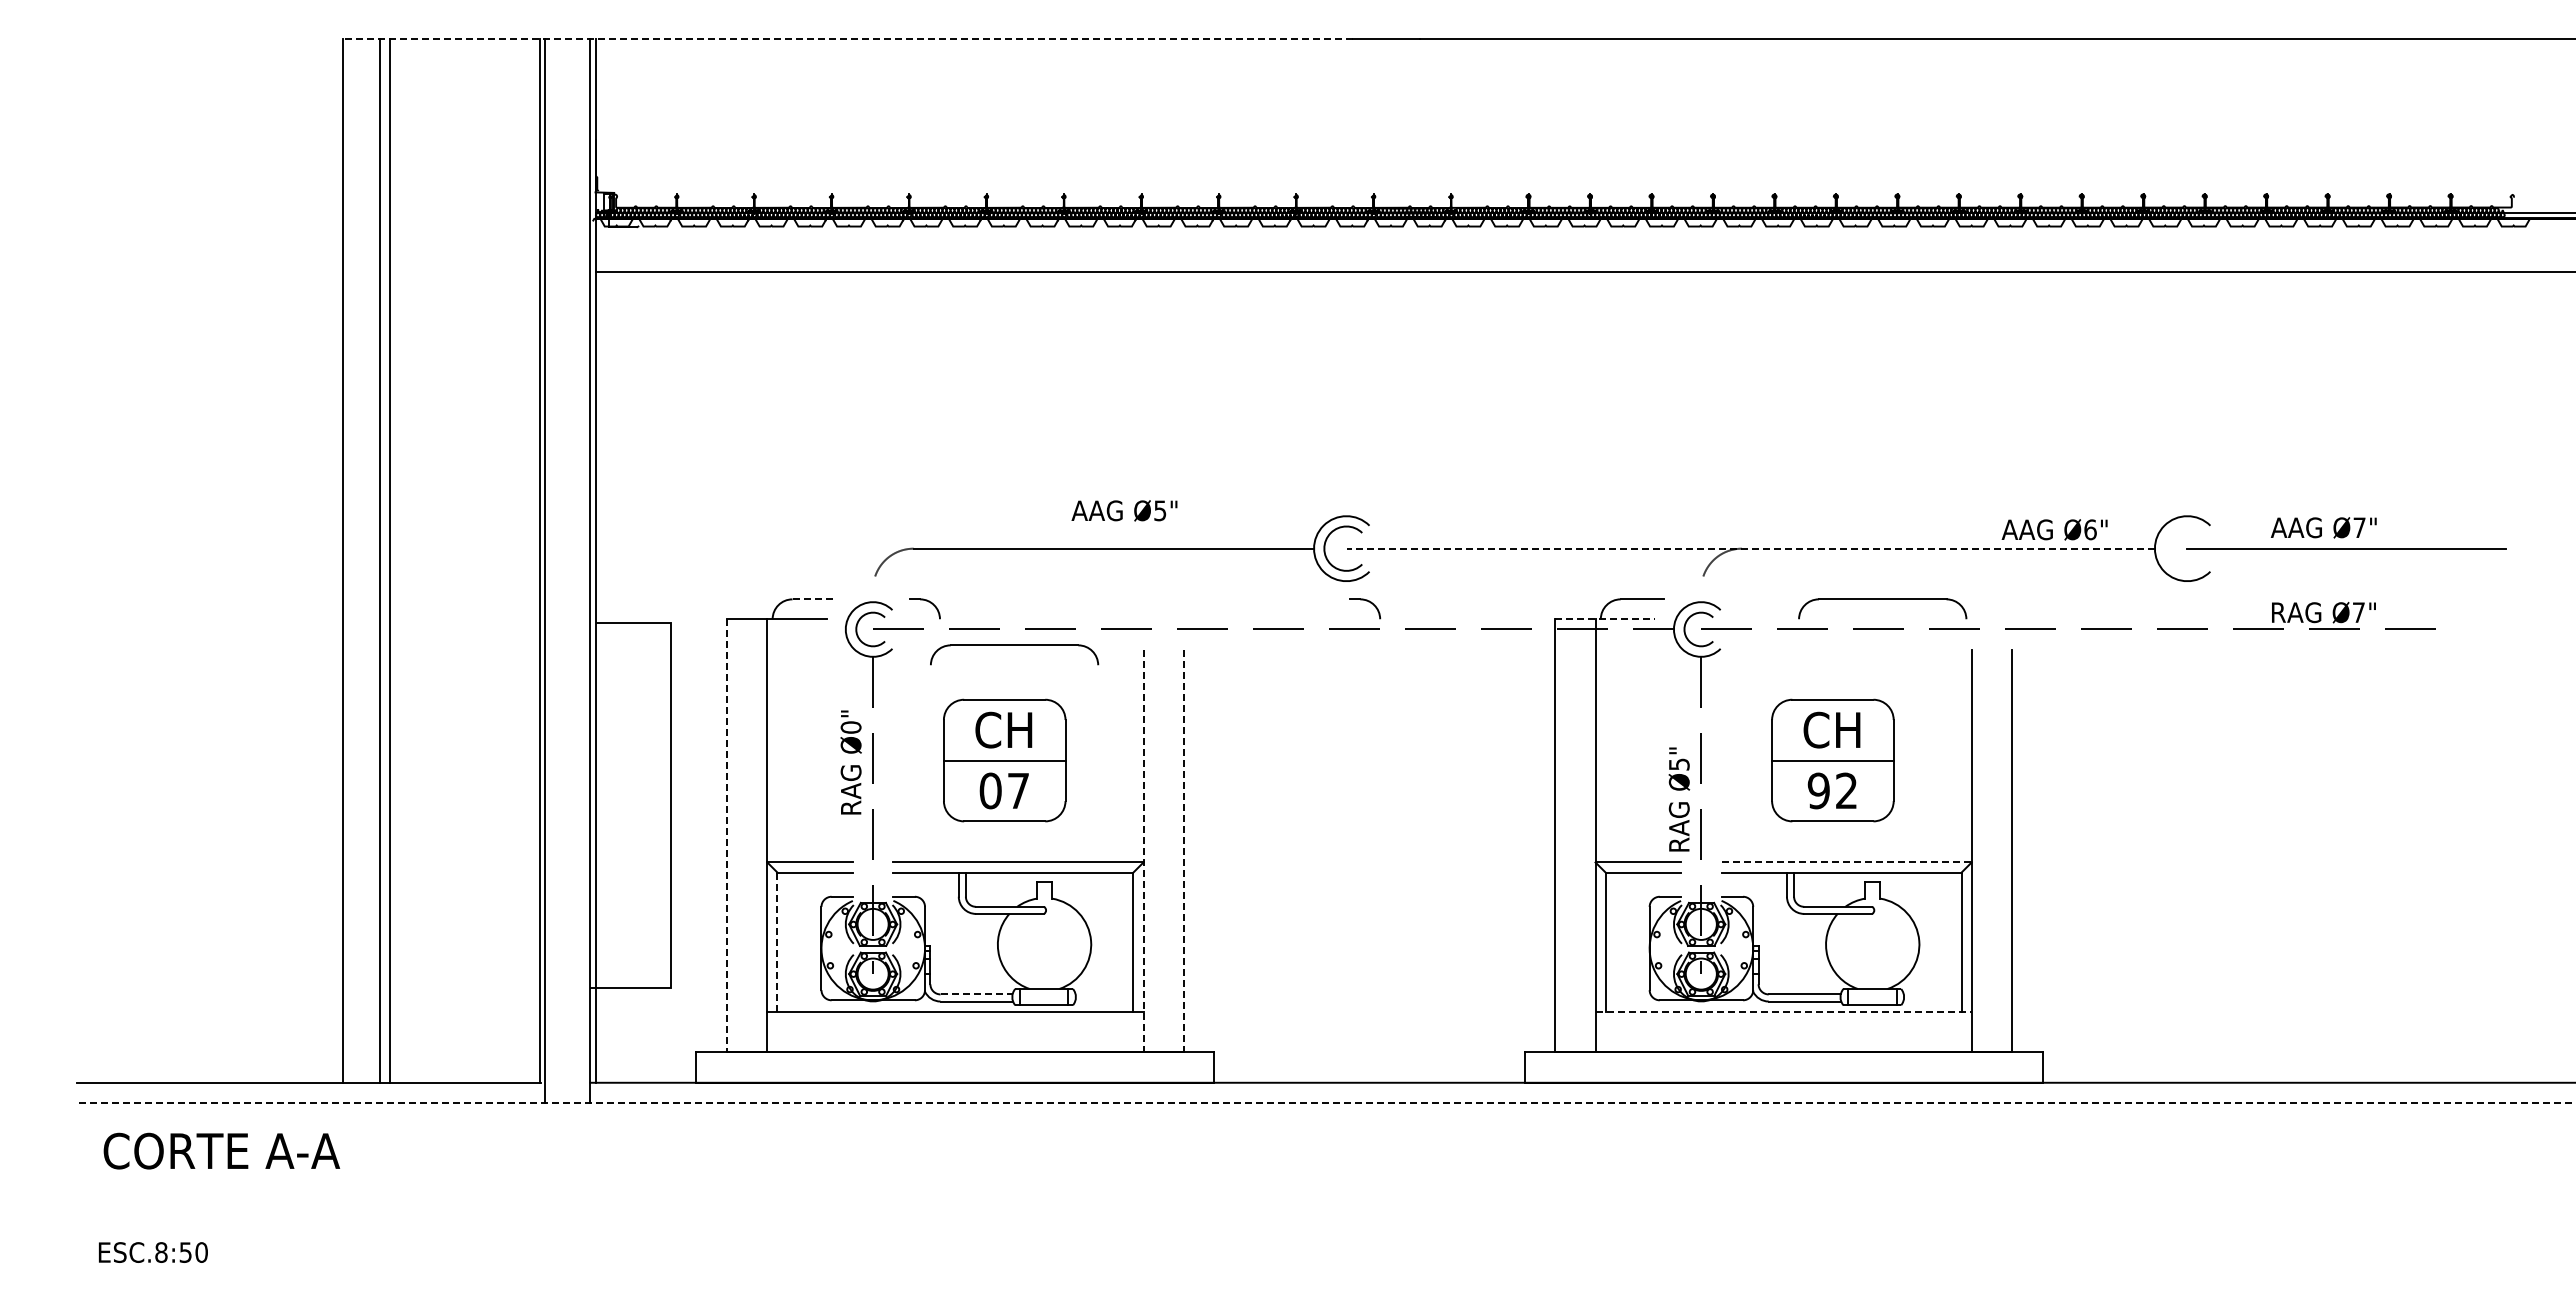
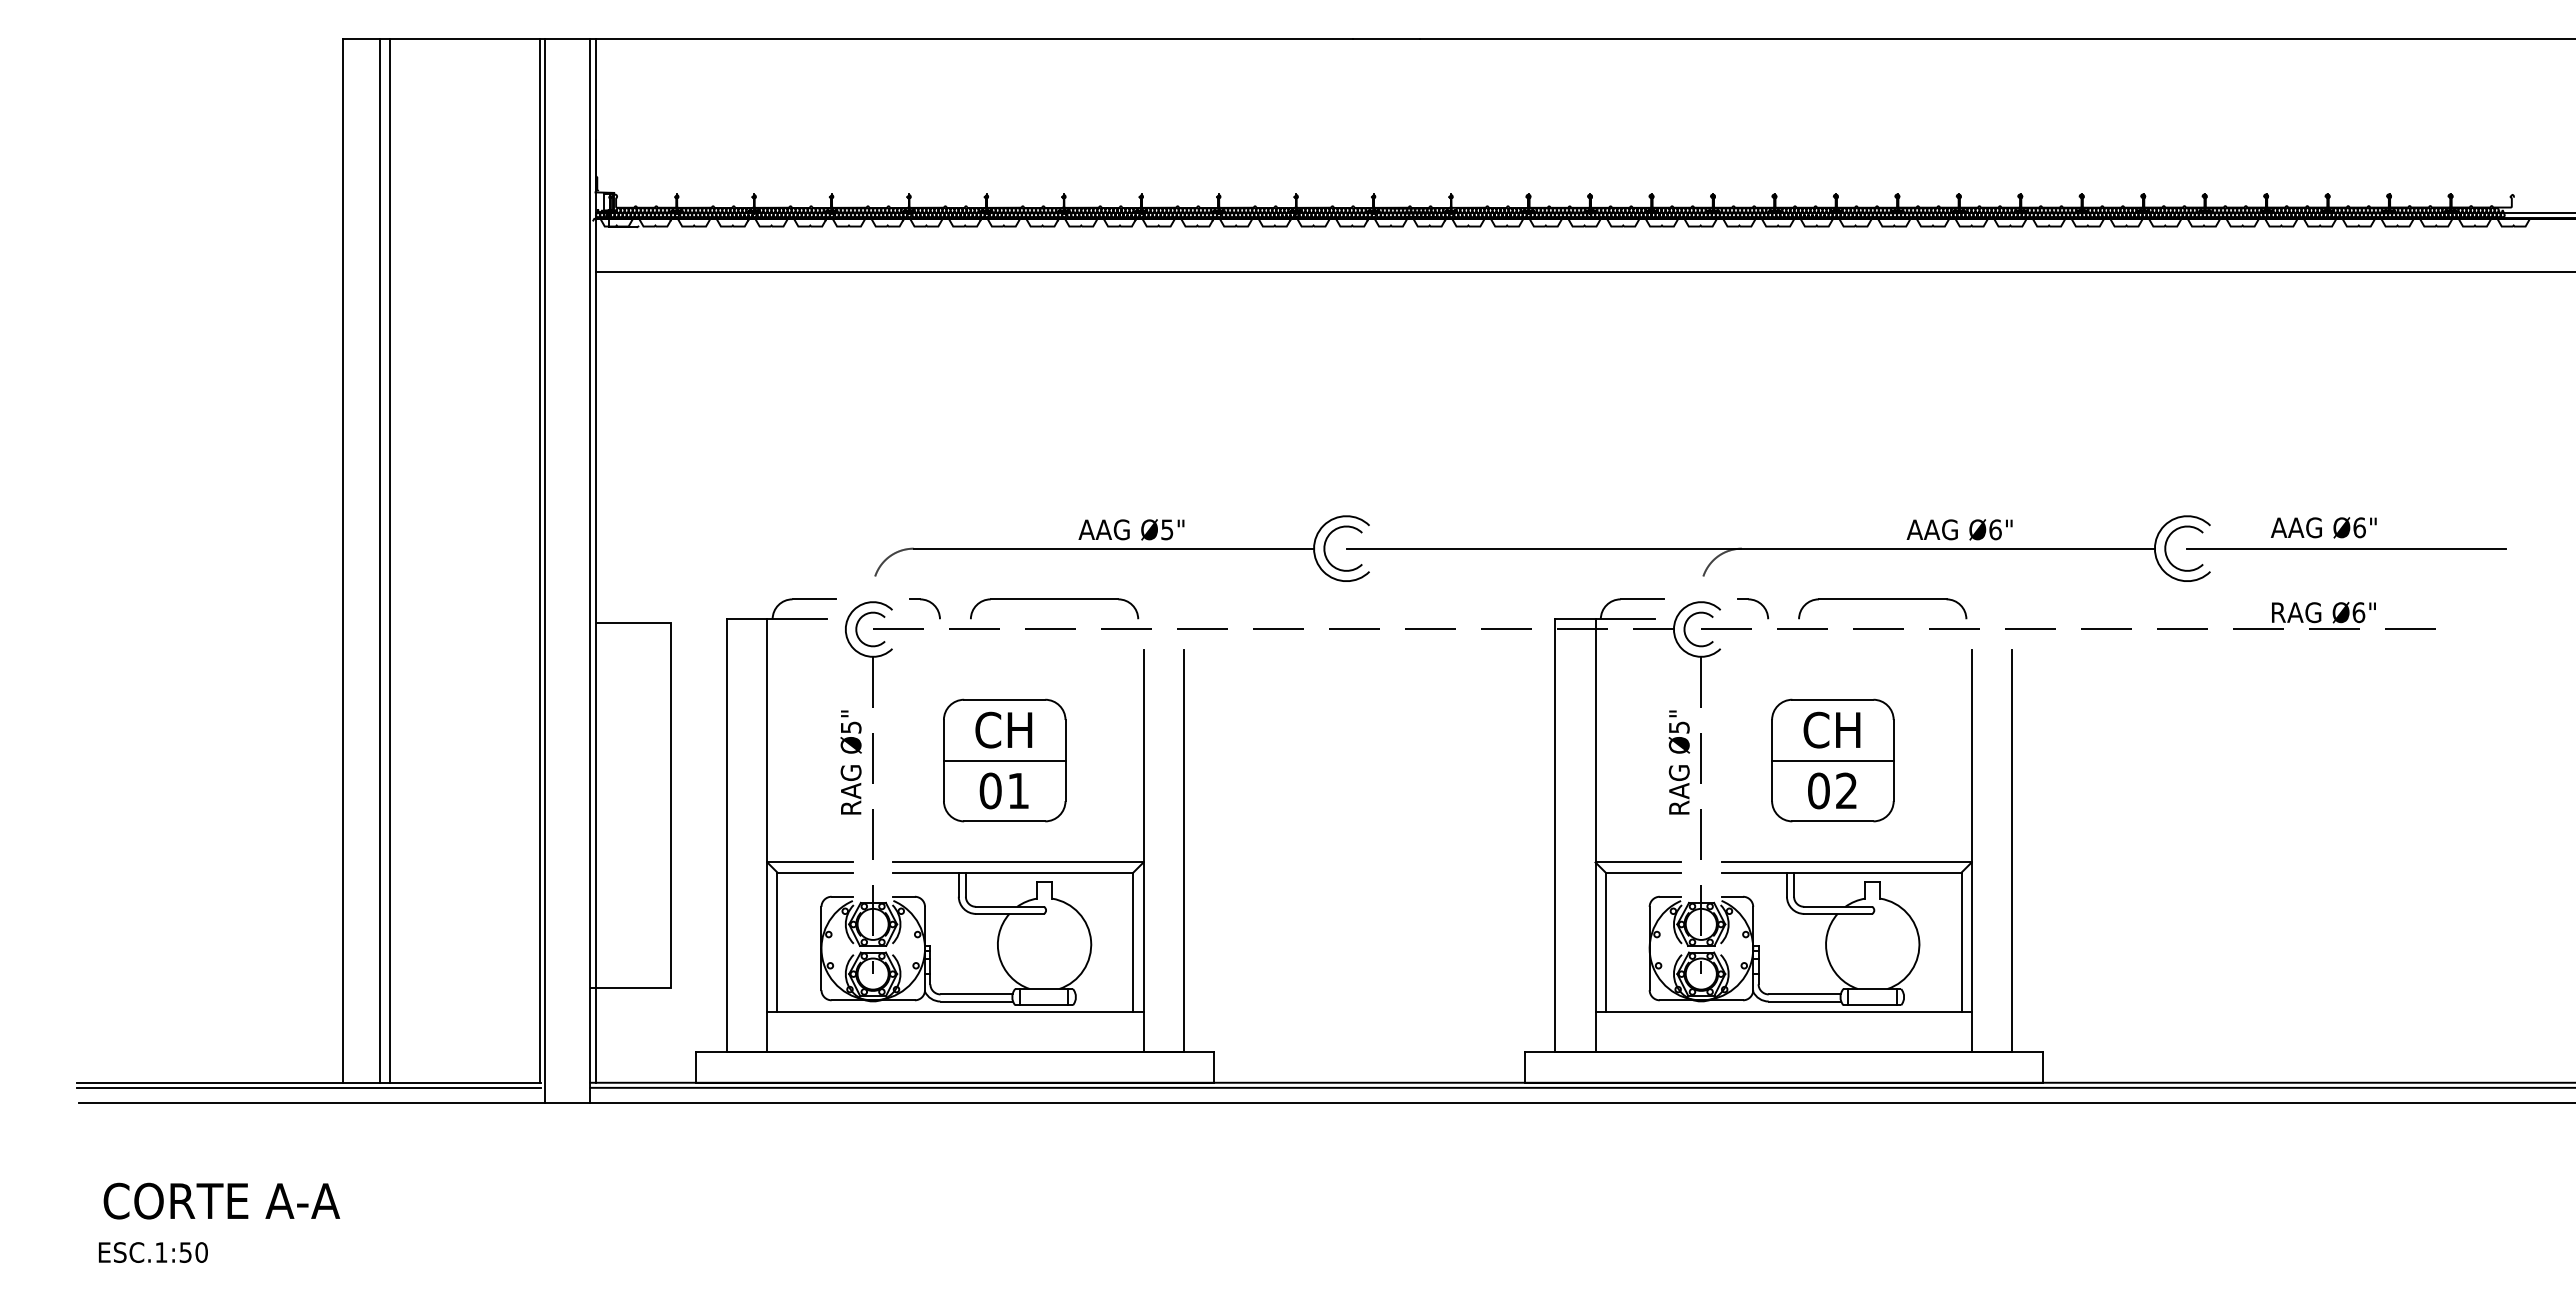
line at (847, 38): dashed -> solid
text at (1124, 510) position: (1124, 510) -> (1131, 529)
text at (2359, 527): Ø7" -> Ø6"
text at (2054, 529) position: (2054, 529) -> (1959, 529)
line at (1750, 548): dashed -> solid
arc at (2166, 548): none -> present
line at (814, 599): dashed -> solid
part at (1368, 602) position: (1368, 602) -> (1756, 602)
text at (2358, 612): Ø7" -> Ø6"
line at (1604, 619): dashed -> solid
part at (1014, 645) position: (1014, 645) -> (1054, 599)
text at (850, 727): Ø0" -> Ø5"
text at (1018, 790): 07 -> 01
text at (1818, 790): 92 -> 02
text at (1679, 799) position: (1679, 799) -> (1679, 762)
line at (726, 835): dashed -> solid
line at (1143, 851): dashed -> solid
line at (1184, 851): dashed -> solid
line at (1847, 862): dashed -> solid
line at (777, 942): dashed -> solid
line at (977, 994): dashed -> solid
line at (1784, 1011): dashed -> solid
line at (309, 1087): none -> present
line at (1581, 1087): none -> present
line at (1327, 1103): dashed -> solid
text at (221, 1150) position: (221, 1150) -> (221, 1200)
text at (161, 1252): ESC.8:50 -> ESC.1:50
